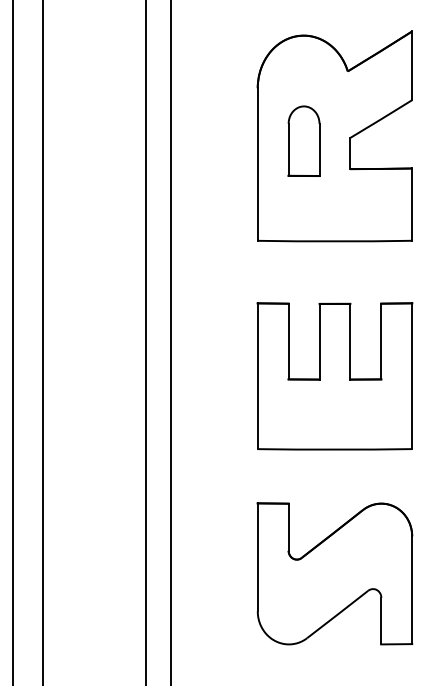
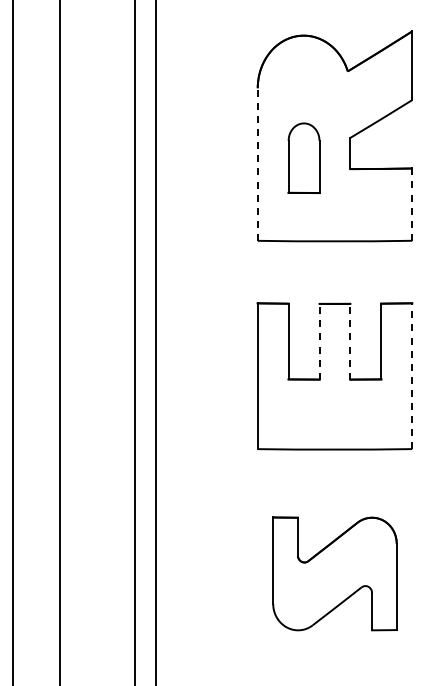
part at (303, 140) position: (303, 140) -> (303, 157)
line at (257, 164): solid -> dashed
line at (412, 204): solid -> dashed
line at (319, 341): solid -> dashed
line at (350, 341): solid -> dashed
line at (43, 342) position: (43, 342) -> (60, 342)
line at (146, 342) position: (146, 342) -> (135, 342)
line at (170, 342) position: (170, 342) -> (155, 342)
line at (412, 376): solid -> dashed
part at (334, 573) size: 158x144 px -> 126x116 px
